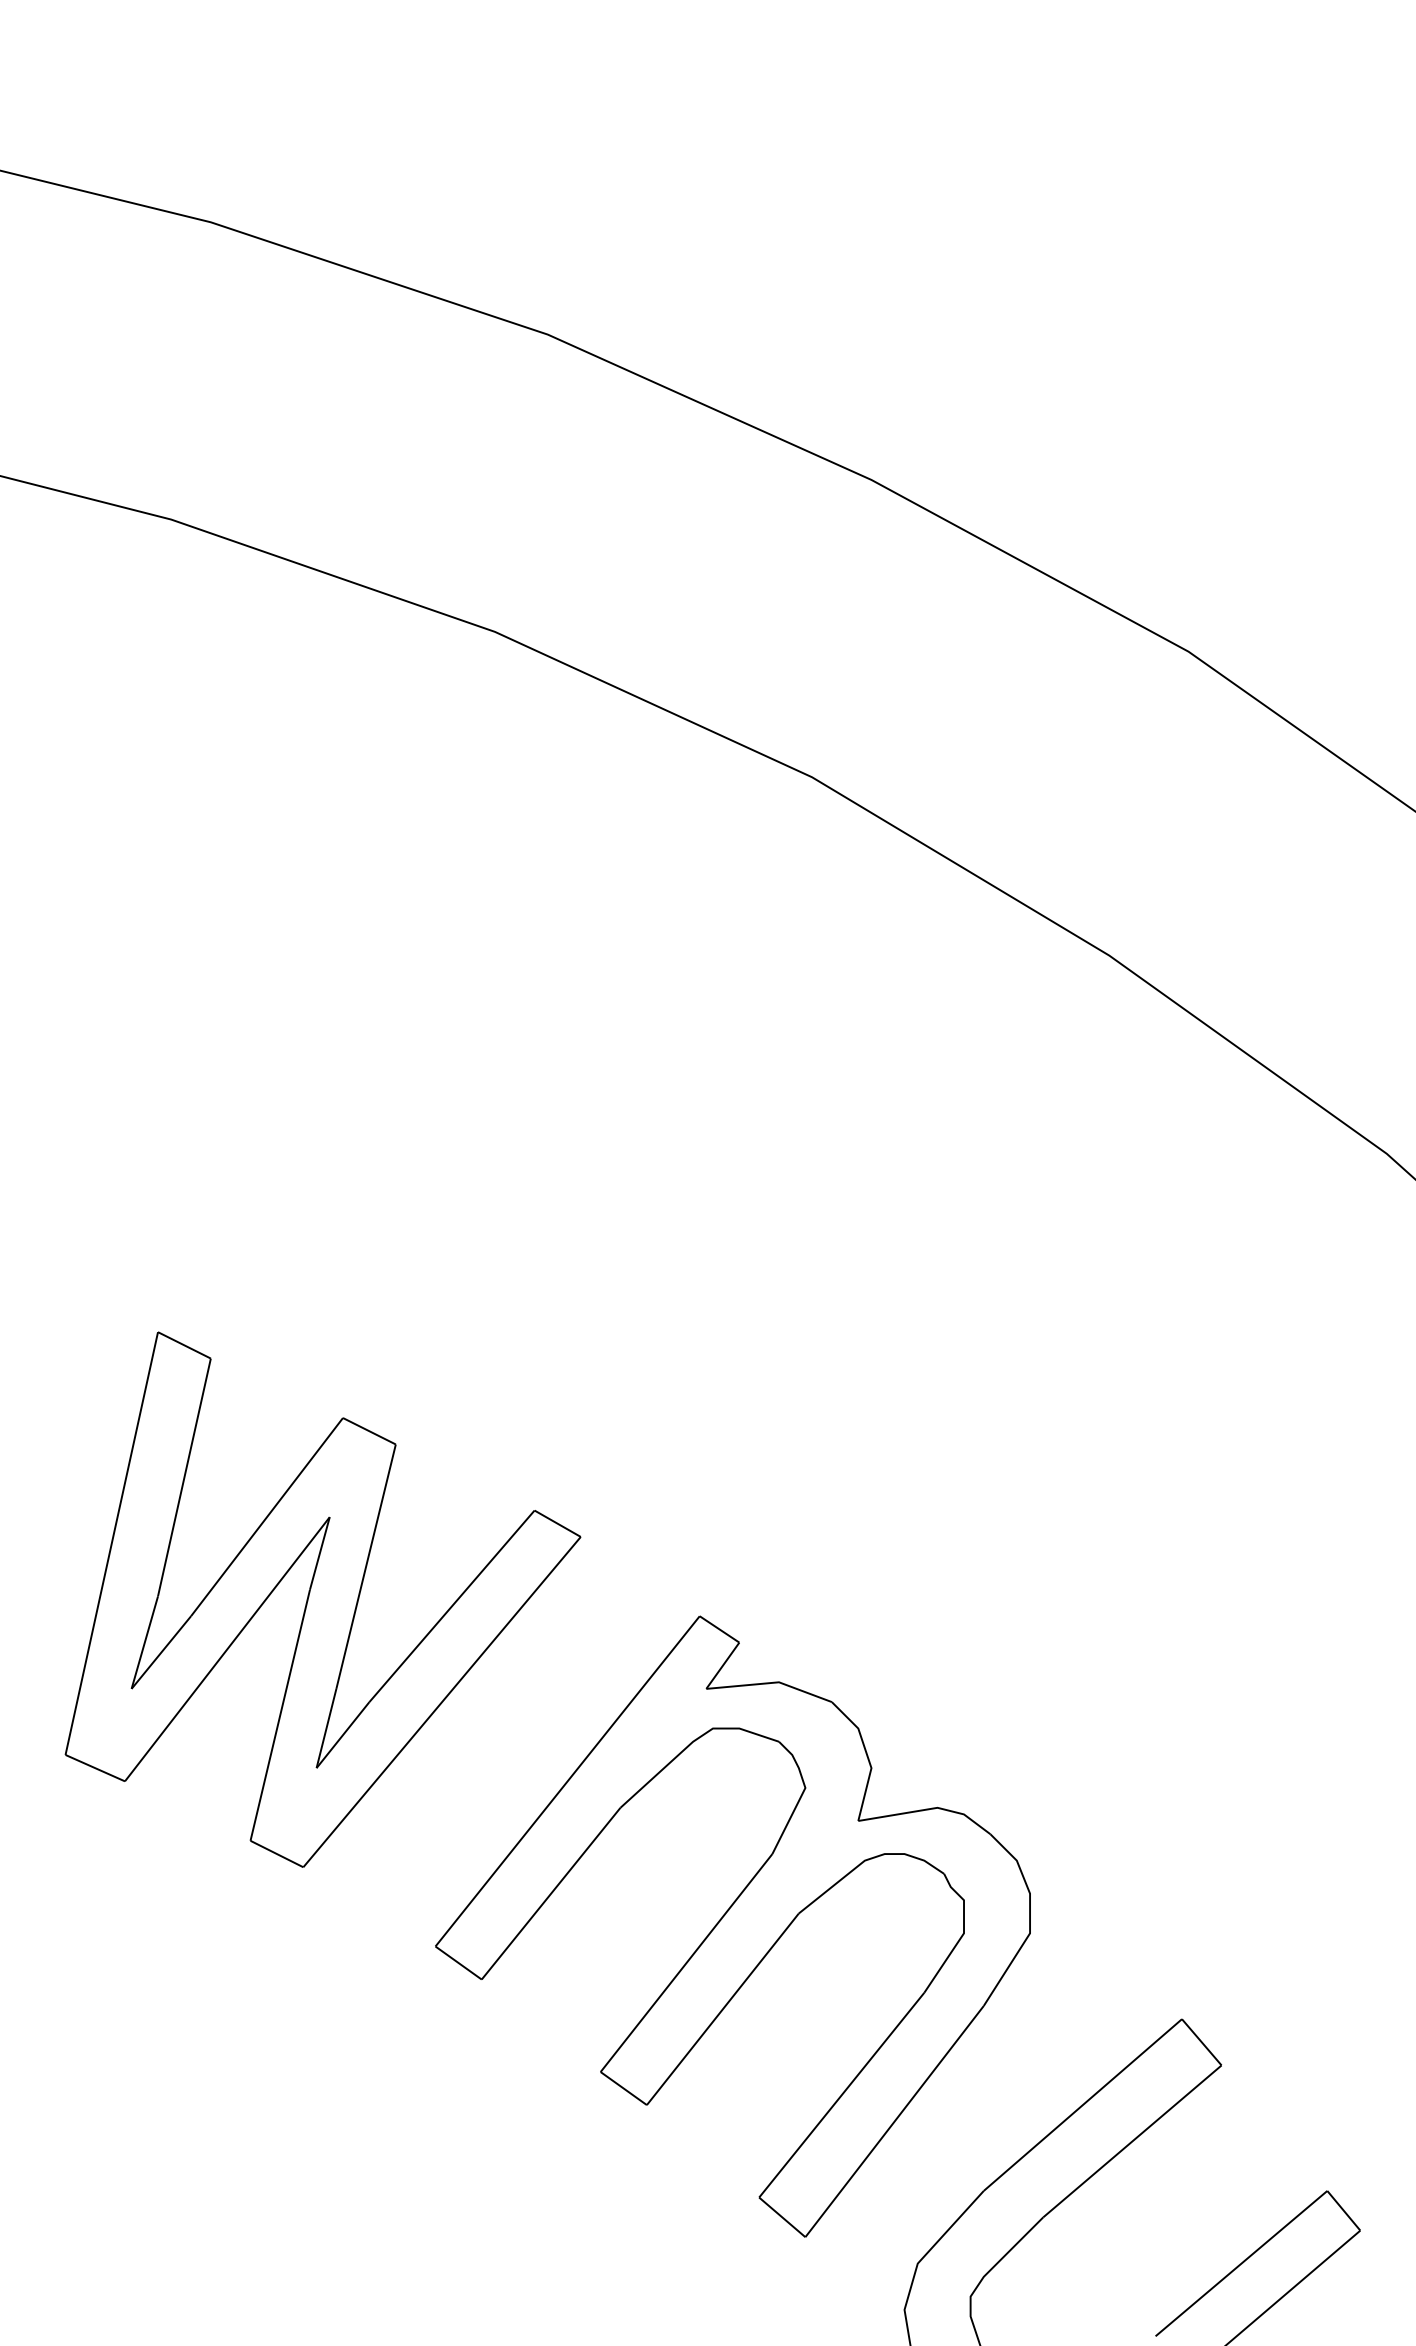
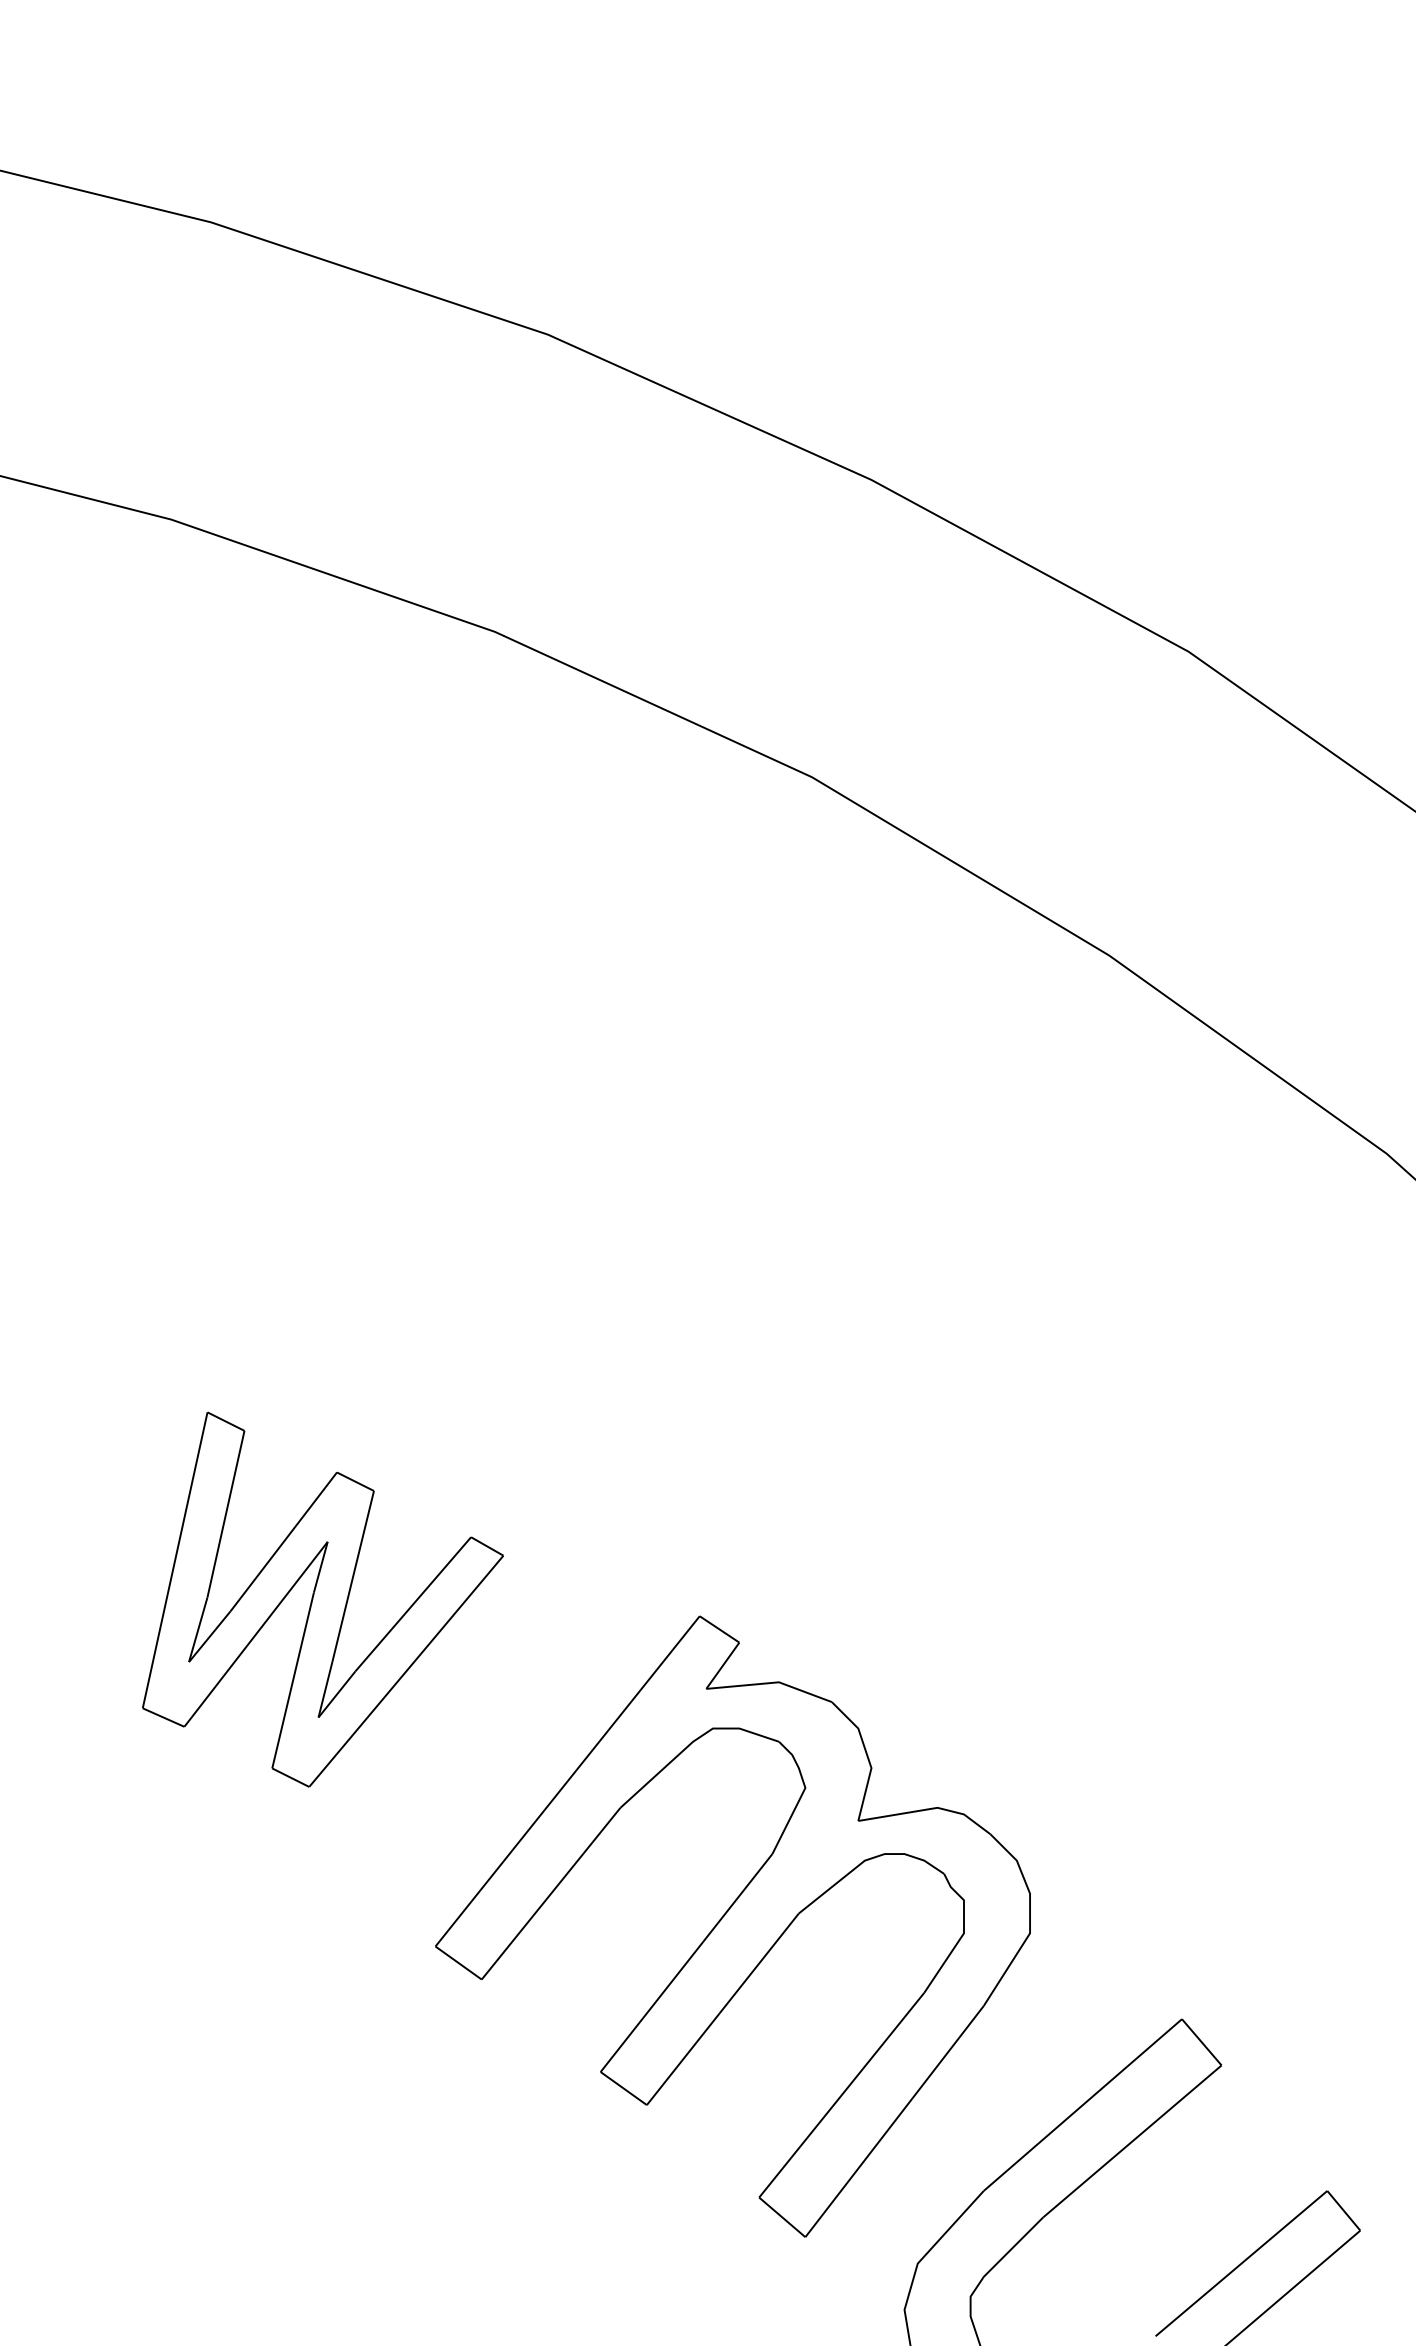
part at (322, 1599) size: 518x537 px -> 362x377 px
